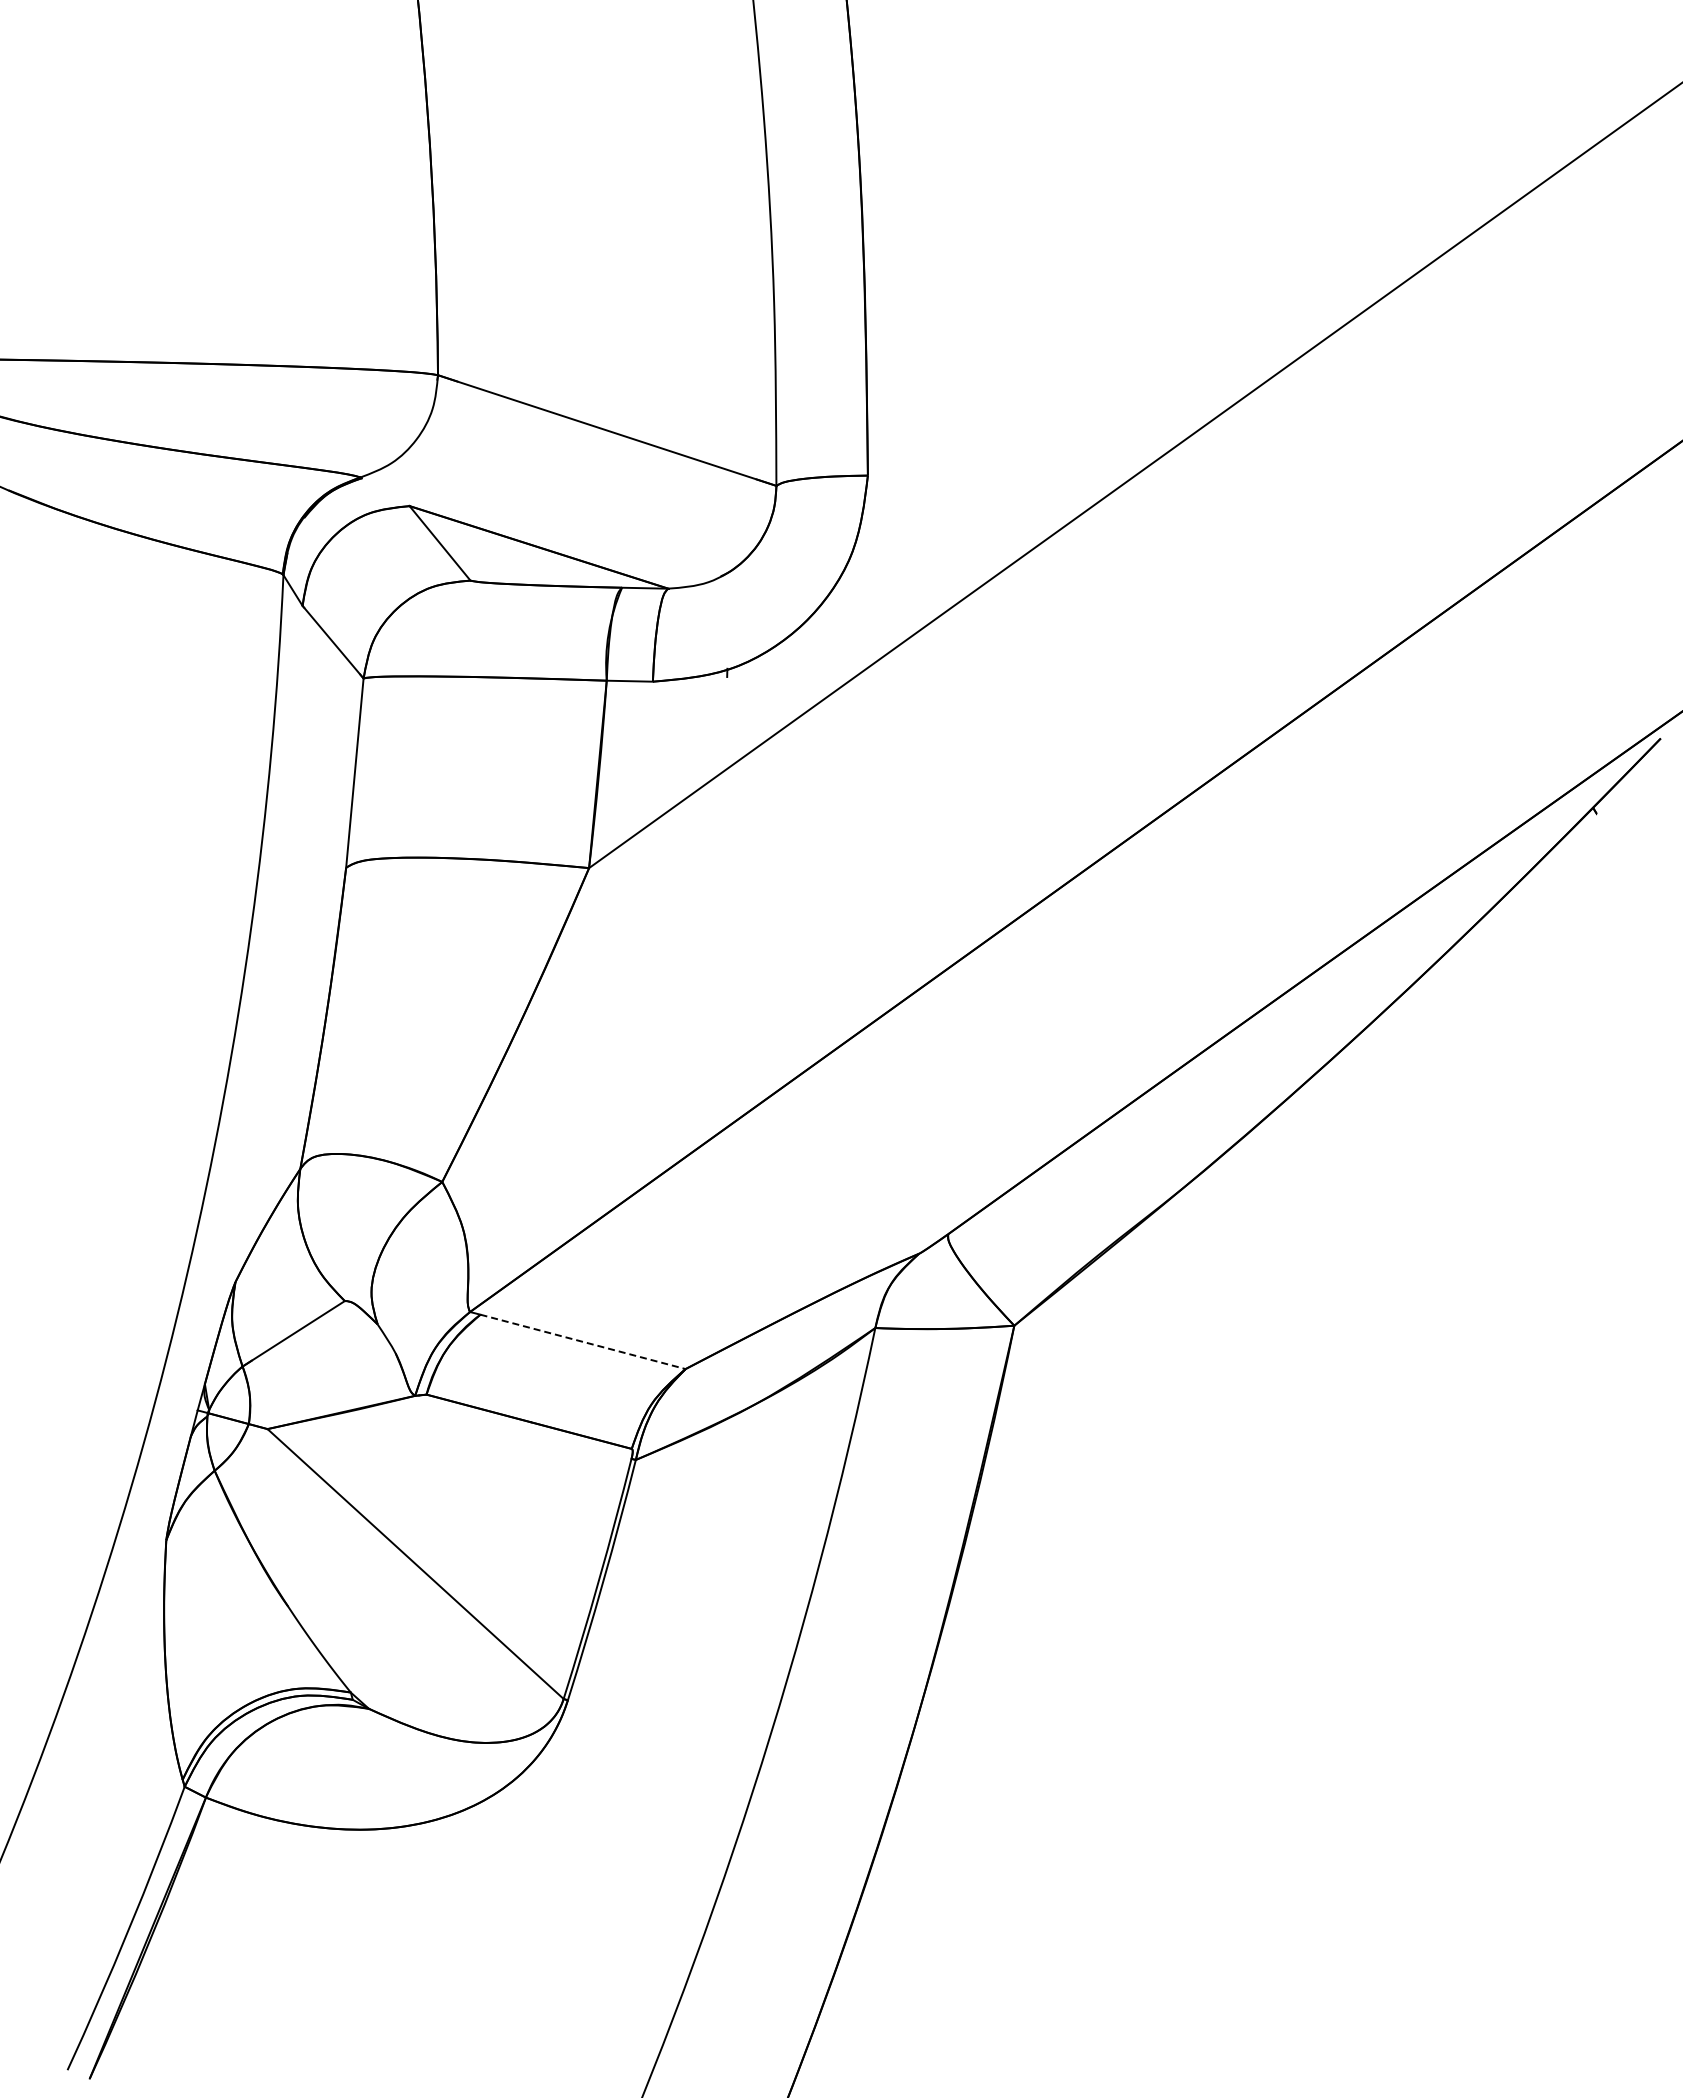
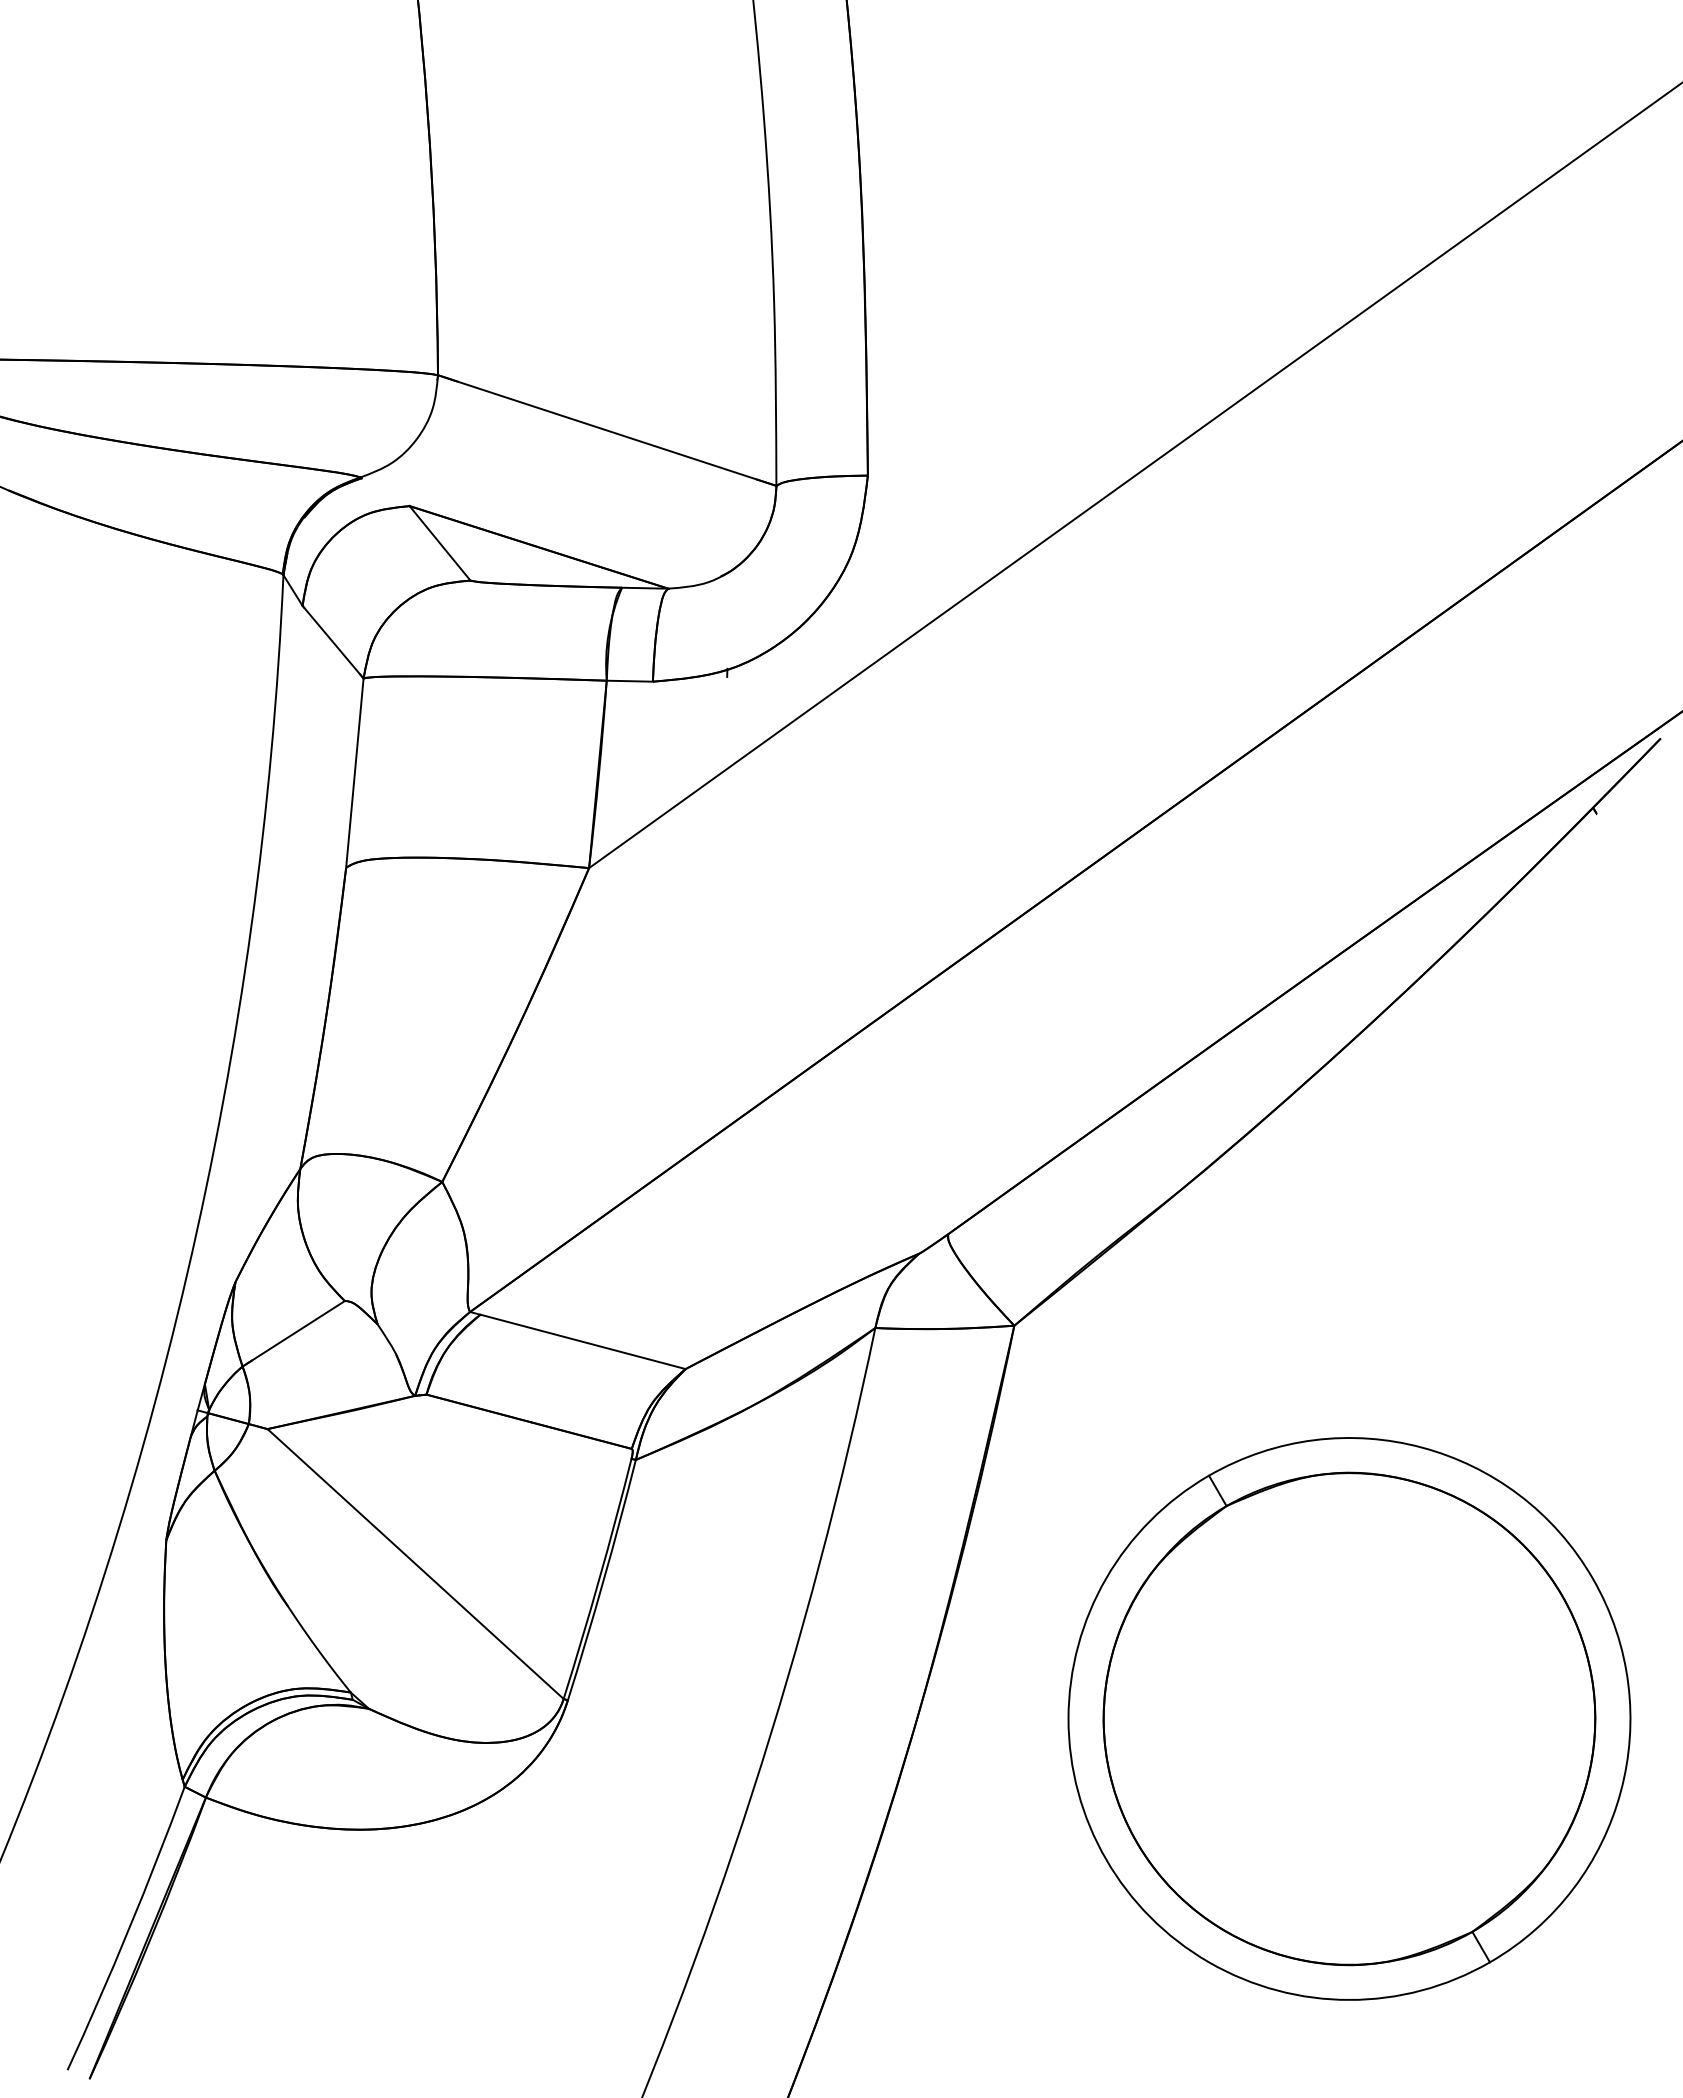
line at (583, 1342): dashed -> solid
part at (1349, 1718): none -> present
